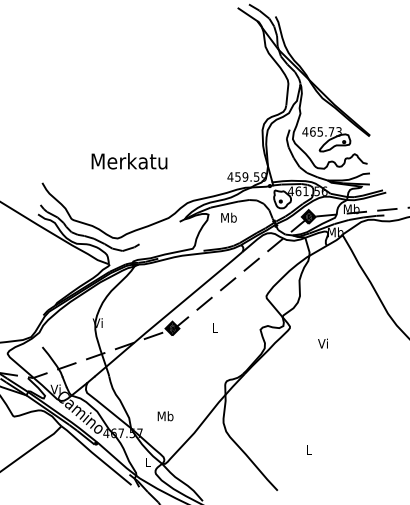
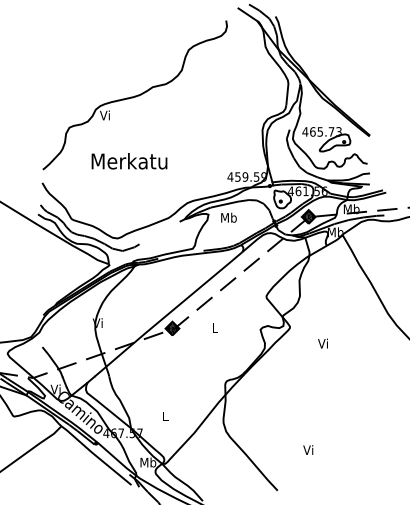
part at (134, 95): none -> present
text at (165, 416): Mb -> L
text at (308, 449): L -> Vi
text at (148, 462): L -> Mb
